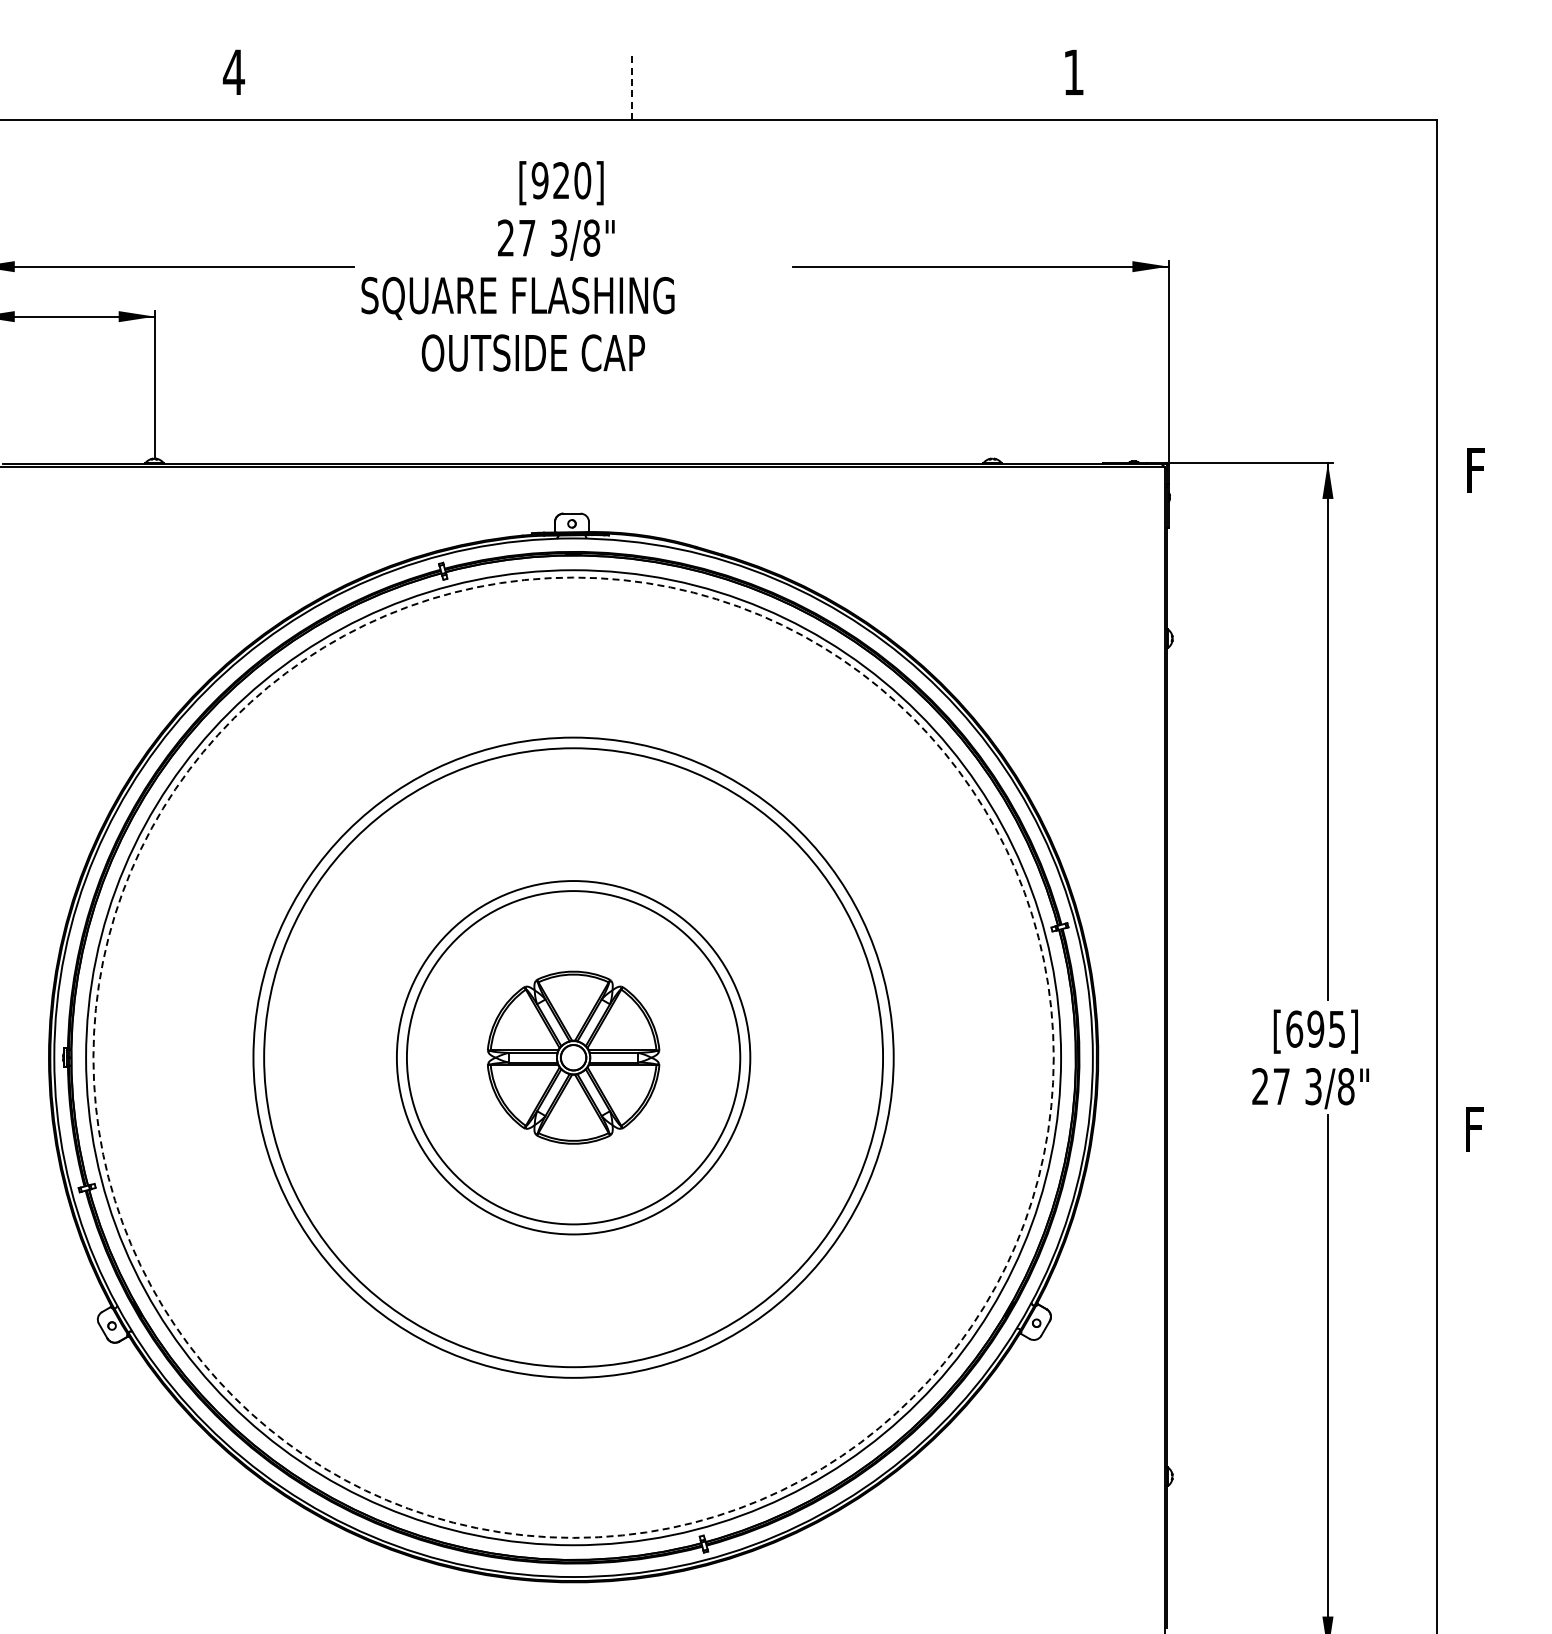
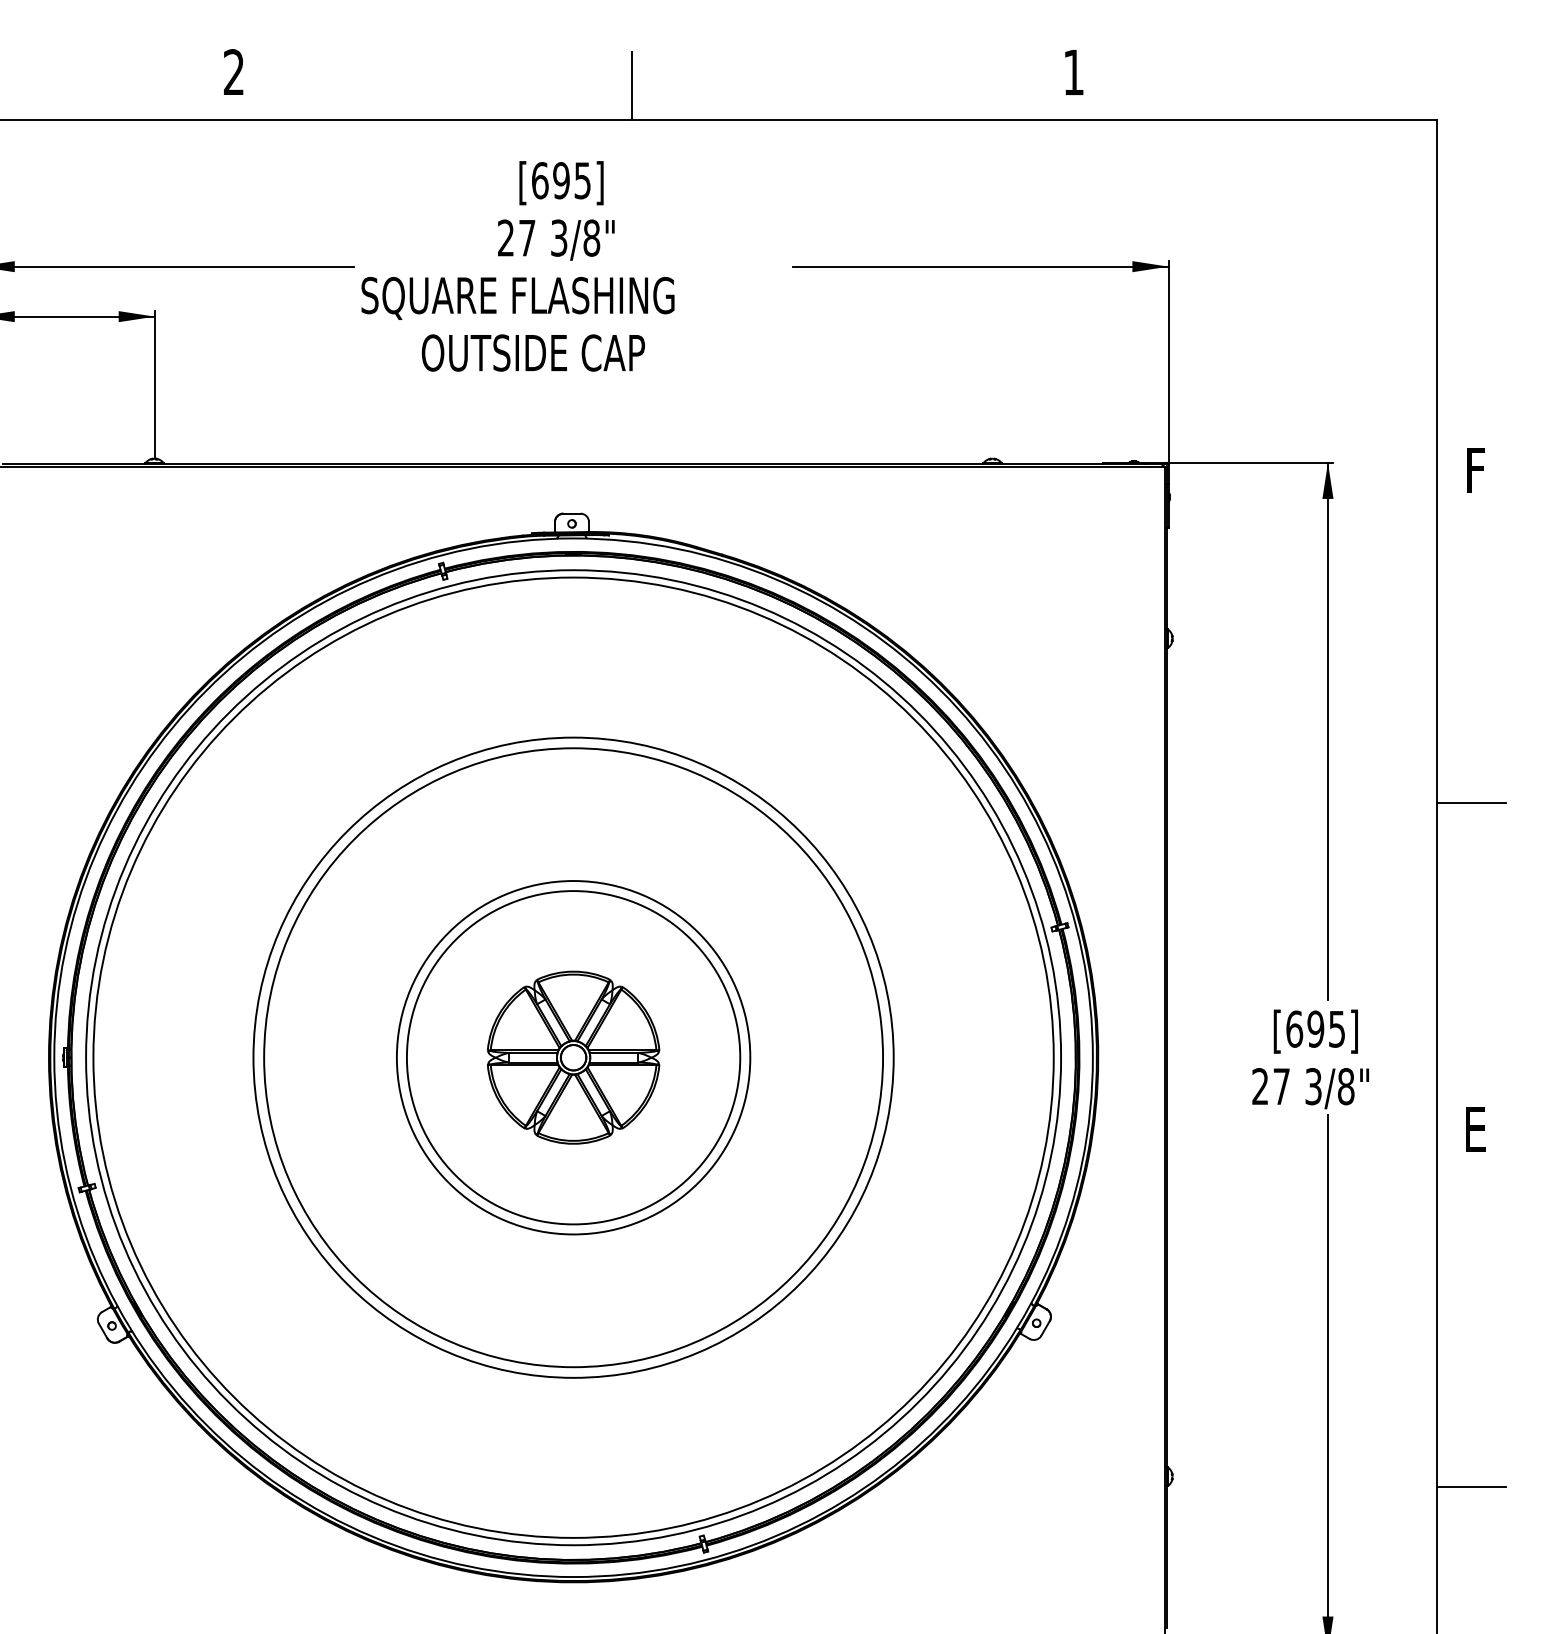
text at (233, 71): 4 -> 2
line at (631, 85): dashed -> solid
text at (561, 180): [920] -> [695]
line at (1471, 803): none -> present
circle at (573, 1057): dashed -> solid
text at (1477, 1129): F -> E
line at (1471, 1486): none -> present
